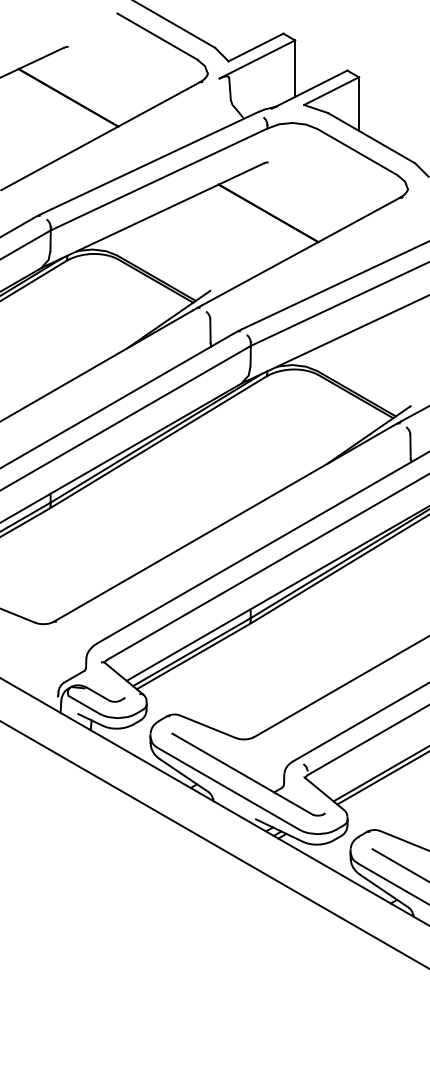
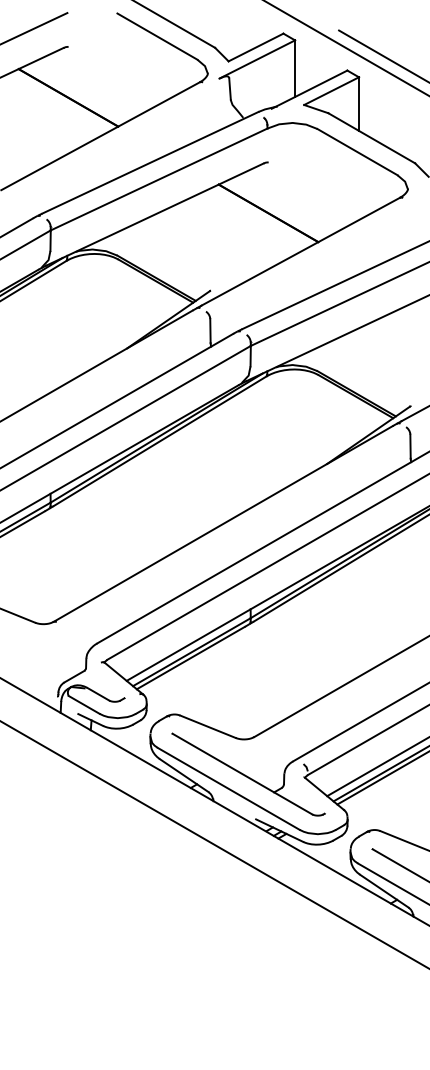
line at (34, 28): none -> present
line at (346, 48): none -> present
line at (382, 55): none -> present
line at (376, 767): none -> present
